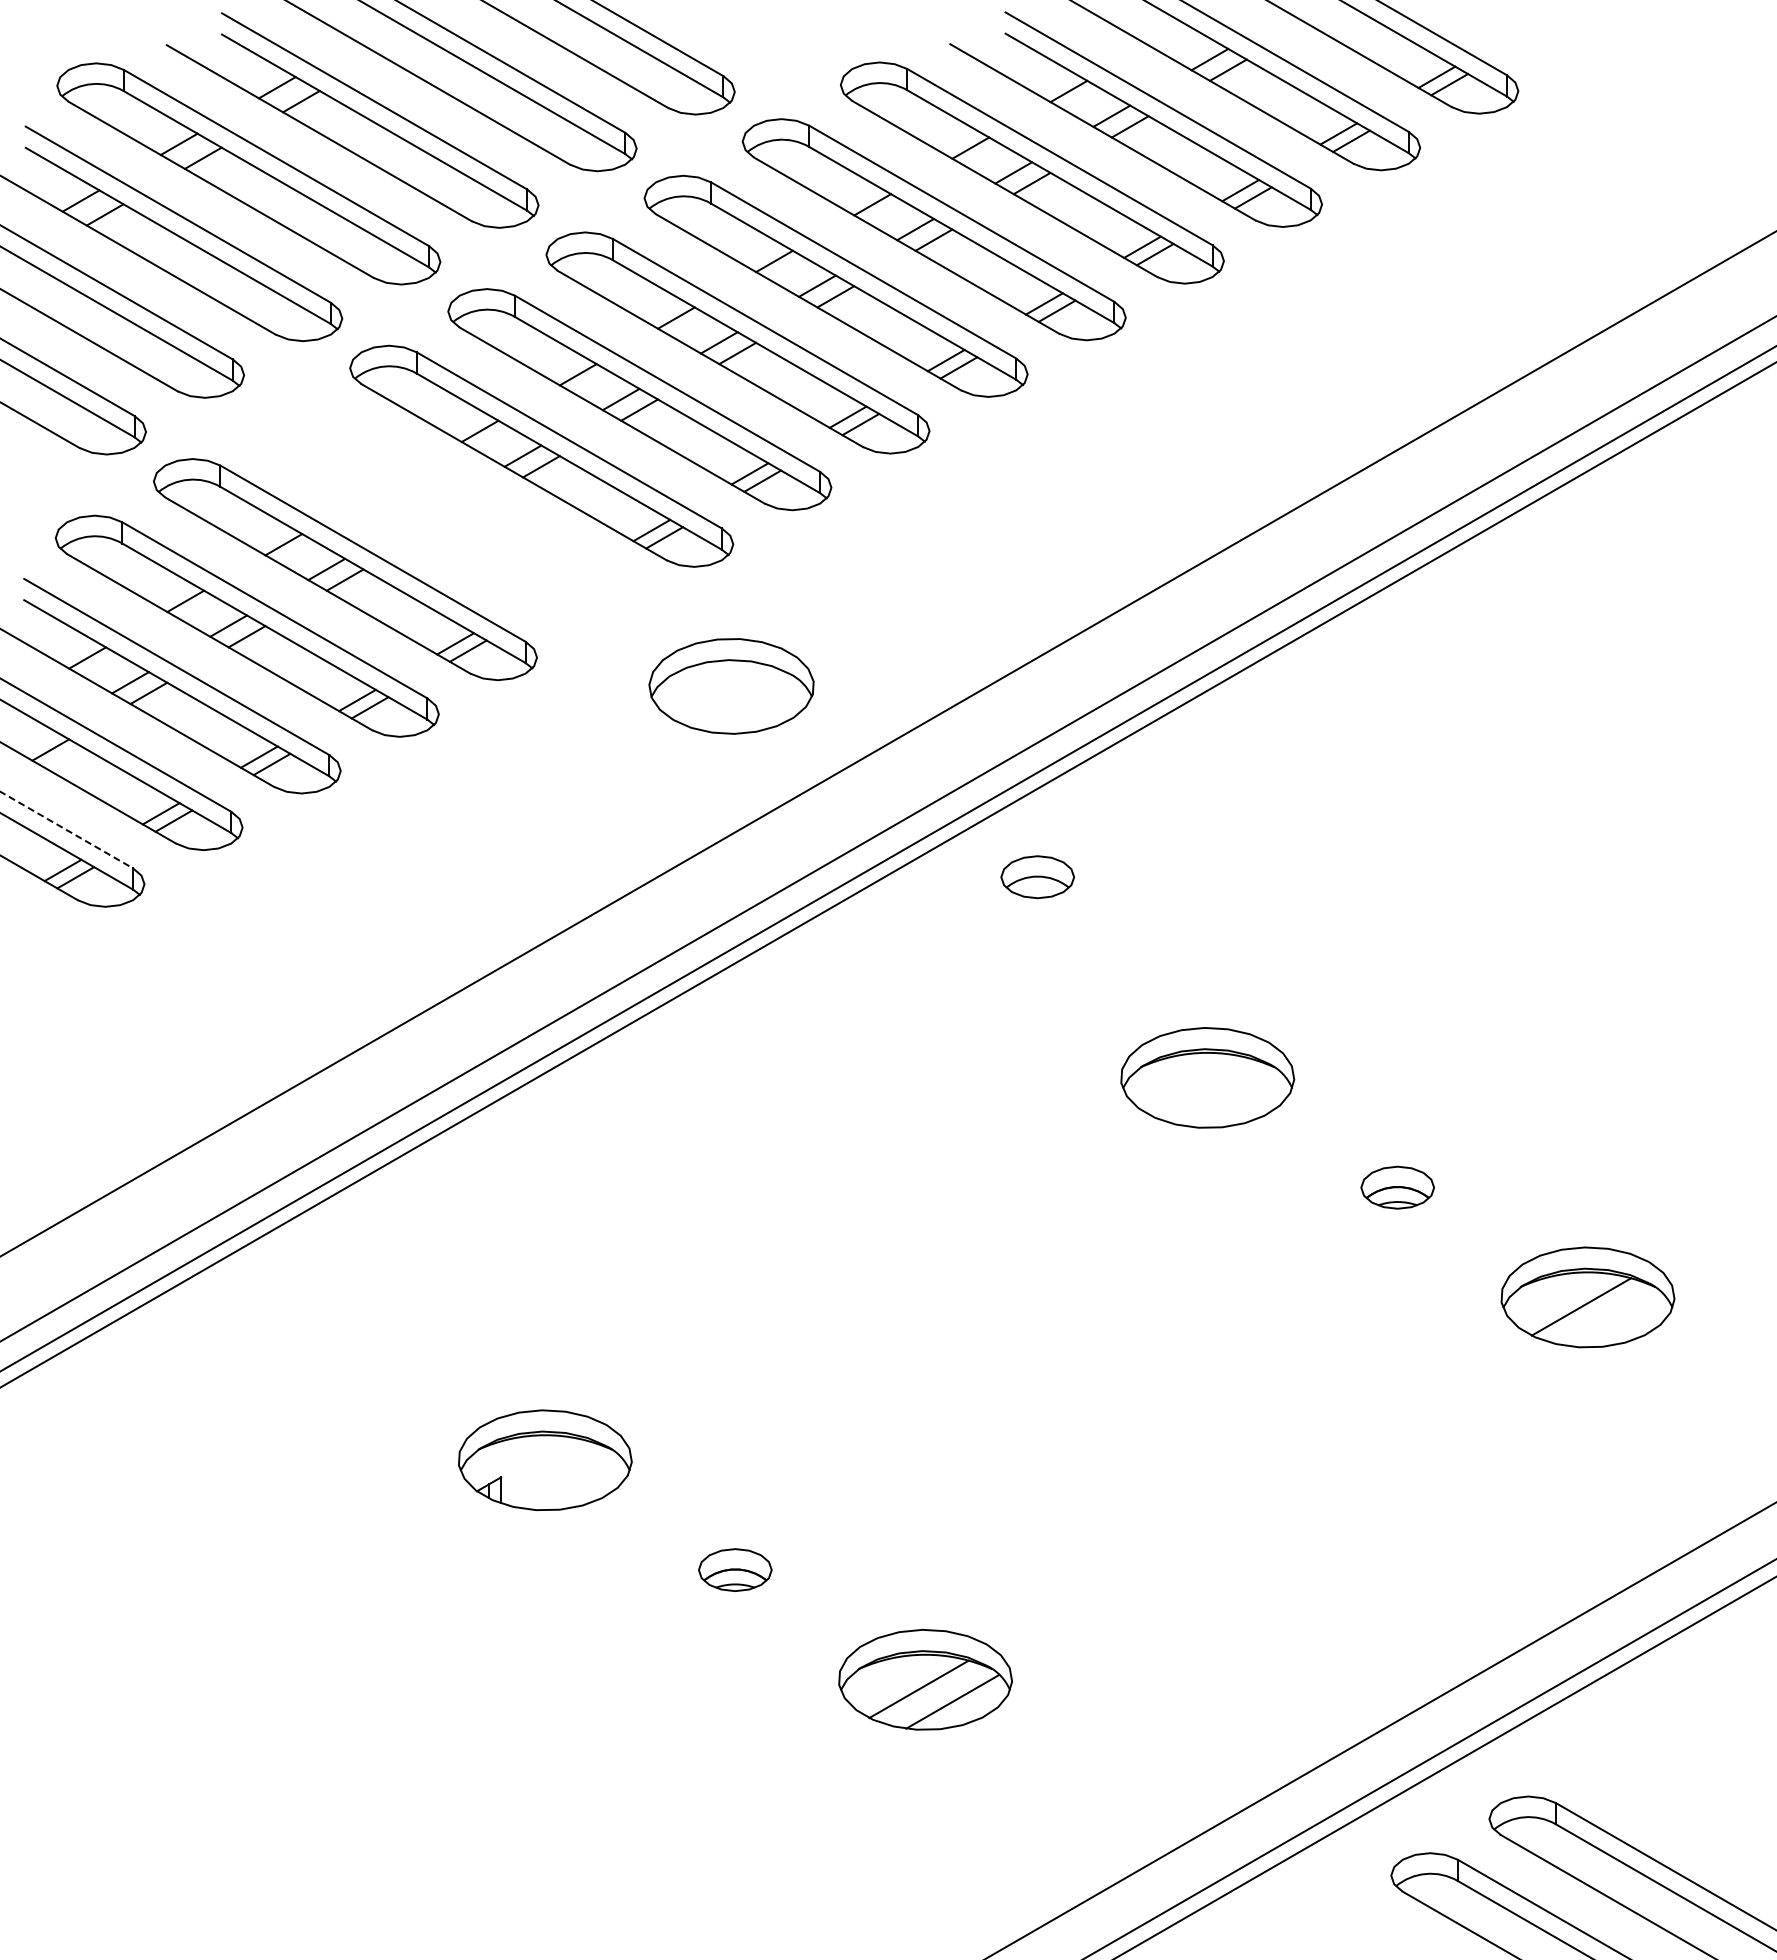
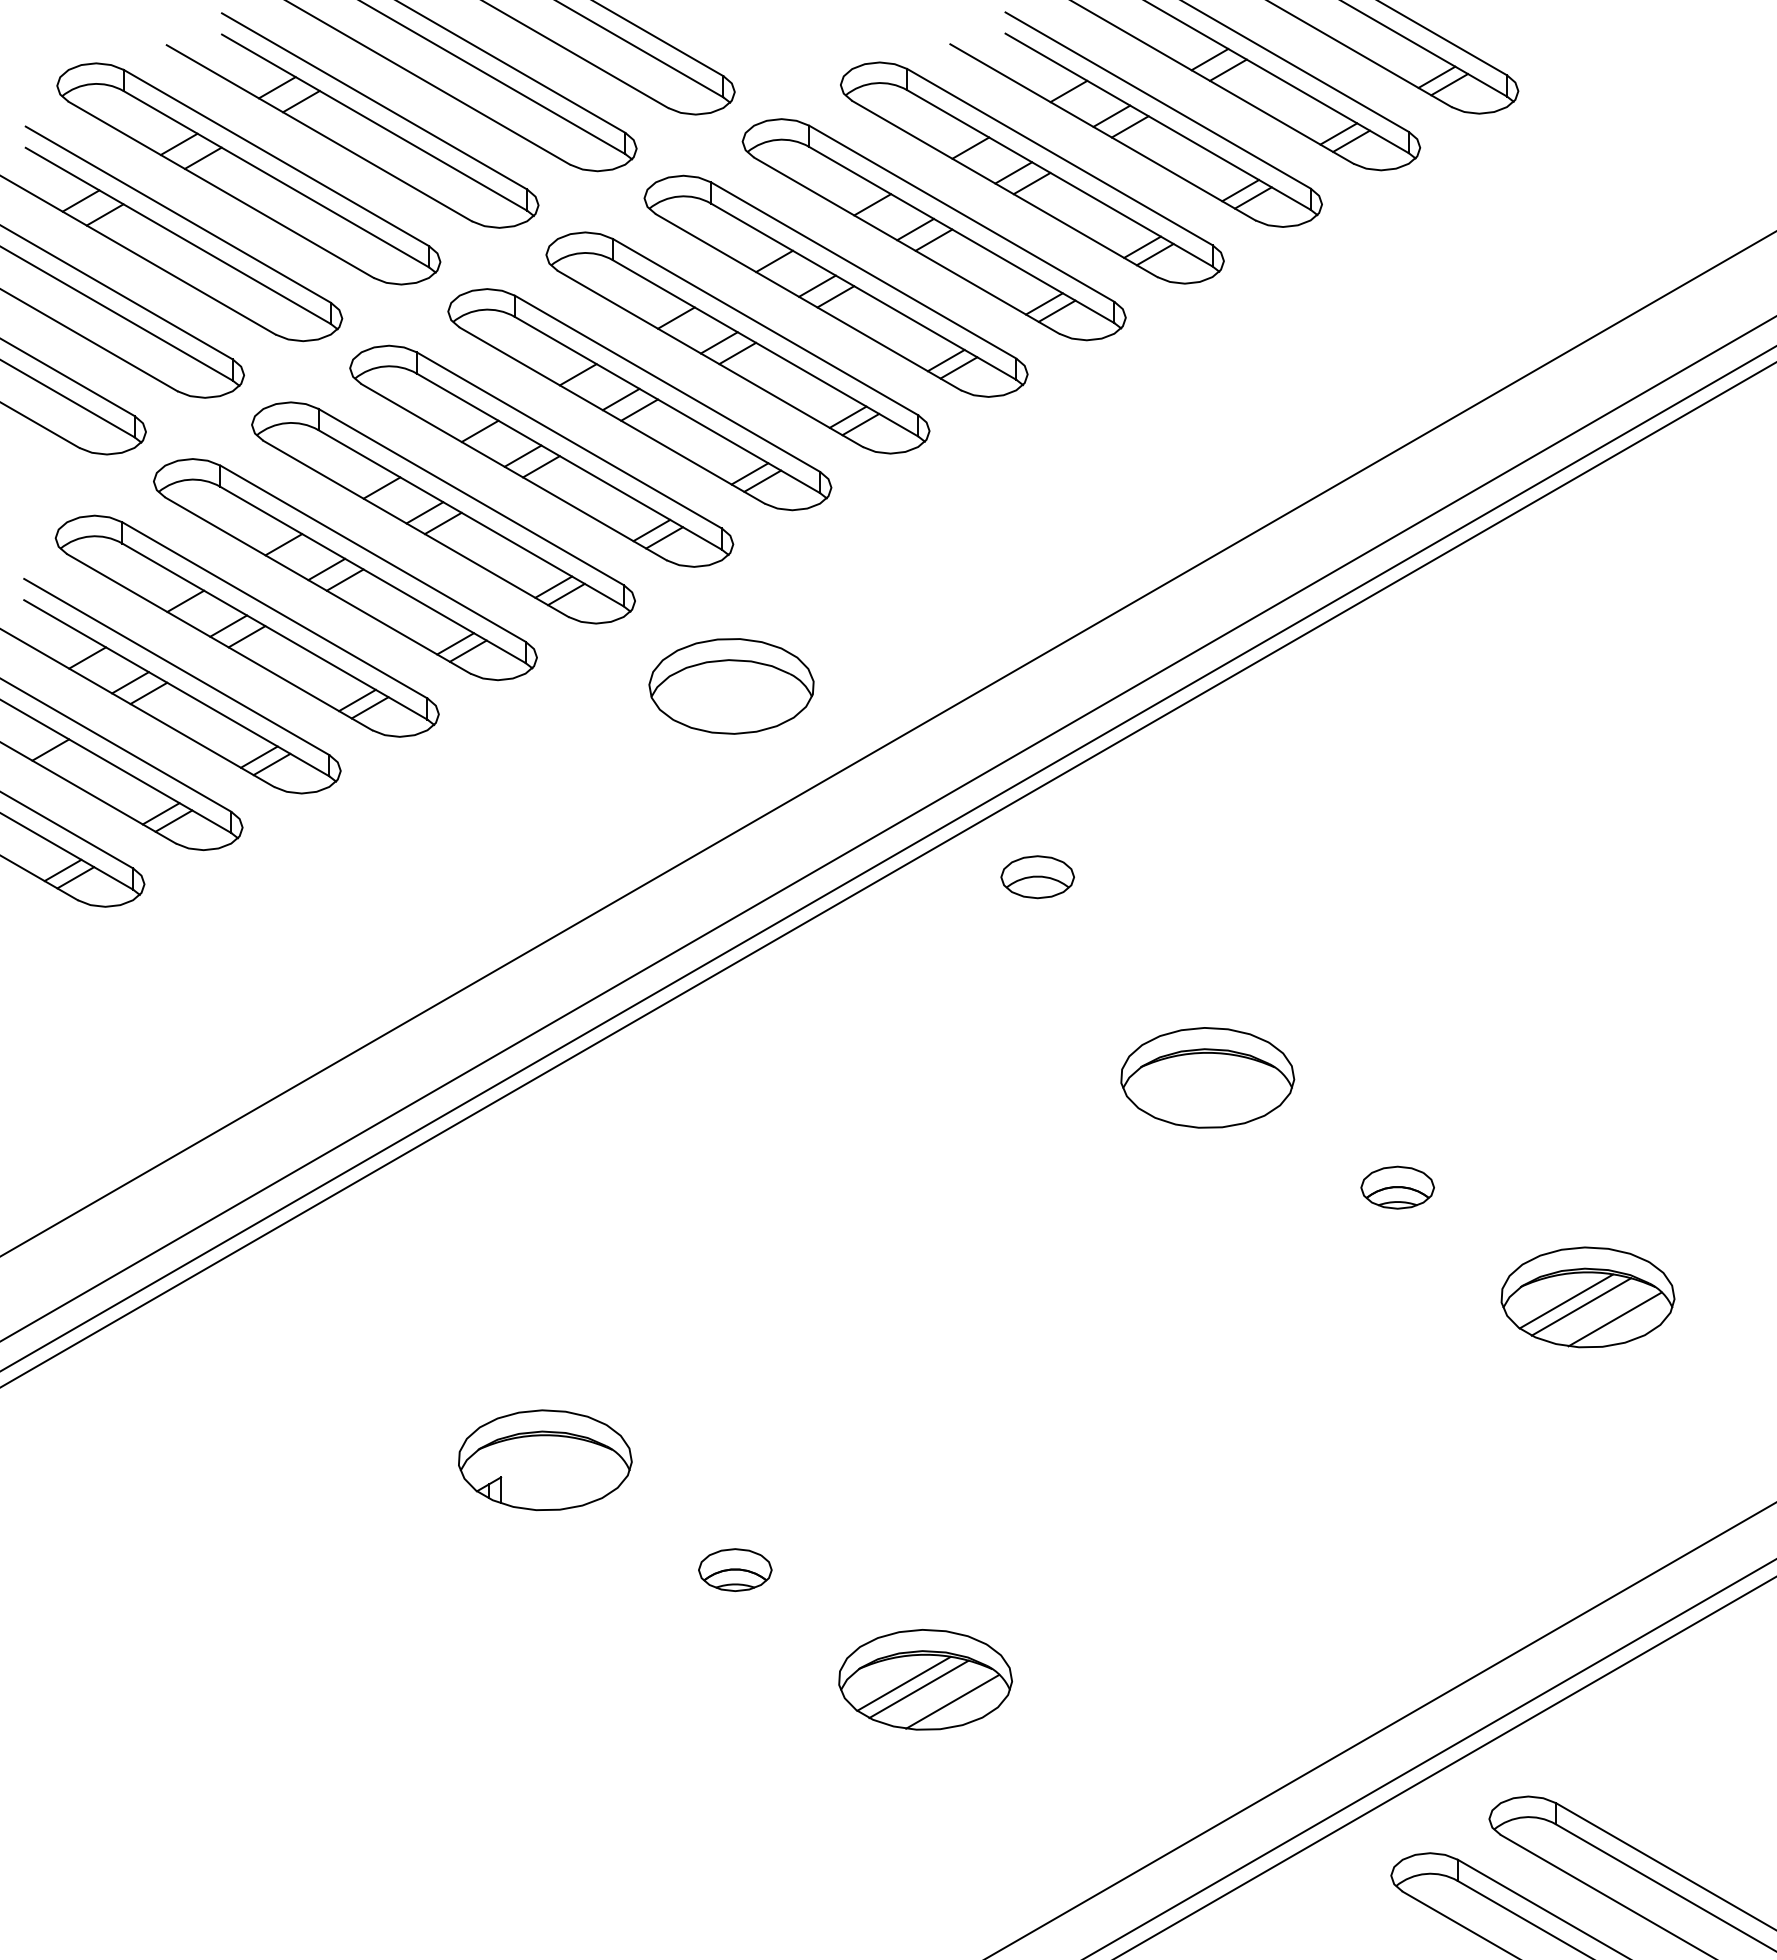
part at (443, 512): none -> present
line at (67, 830): dashed -> solid
line at (1566, 1301): none -> present
line at (1614, 1319): none -> present
line at (903, 1683): none -> present
